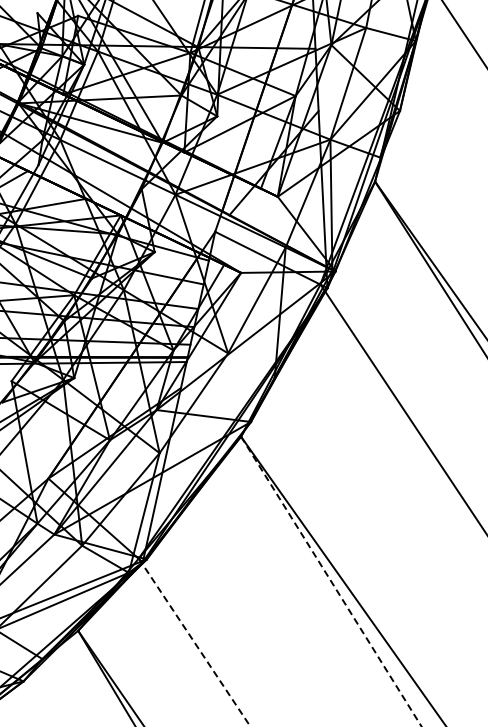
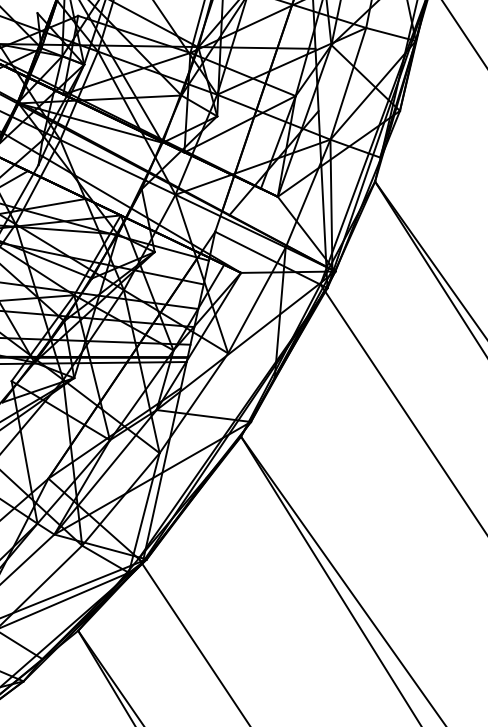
line at (331, 581): dashed -> solid
line at (194, 642): dashed -> solid
